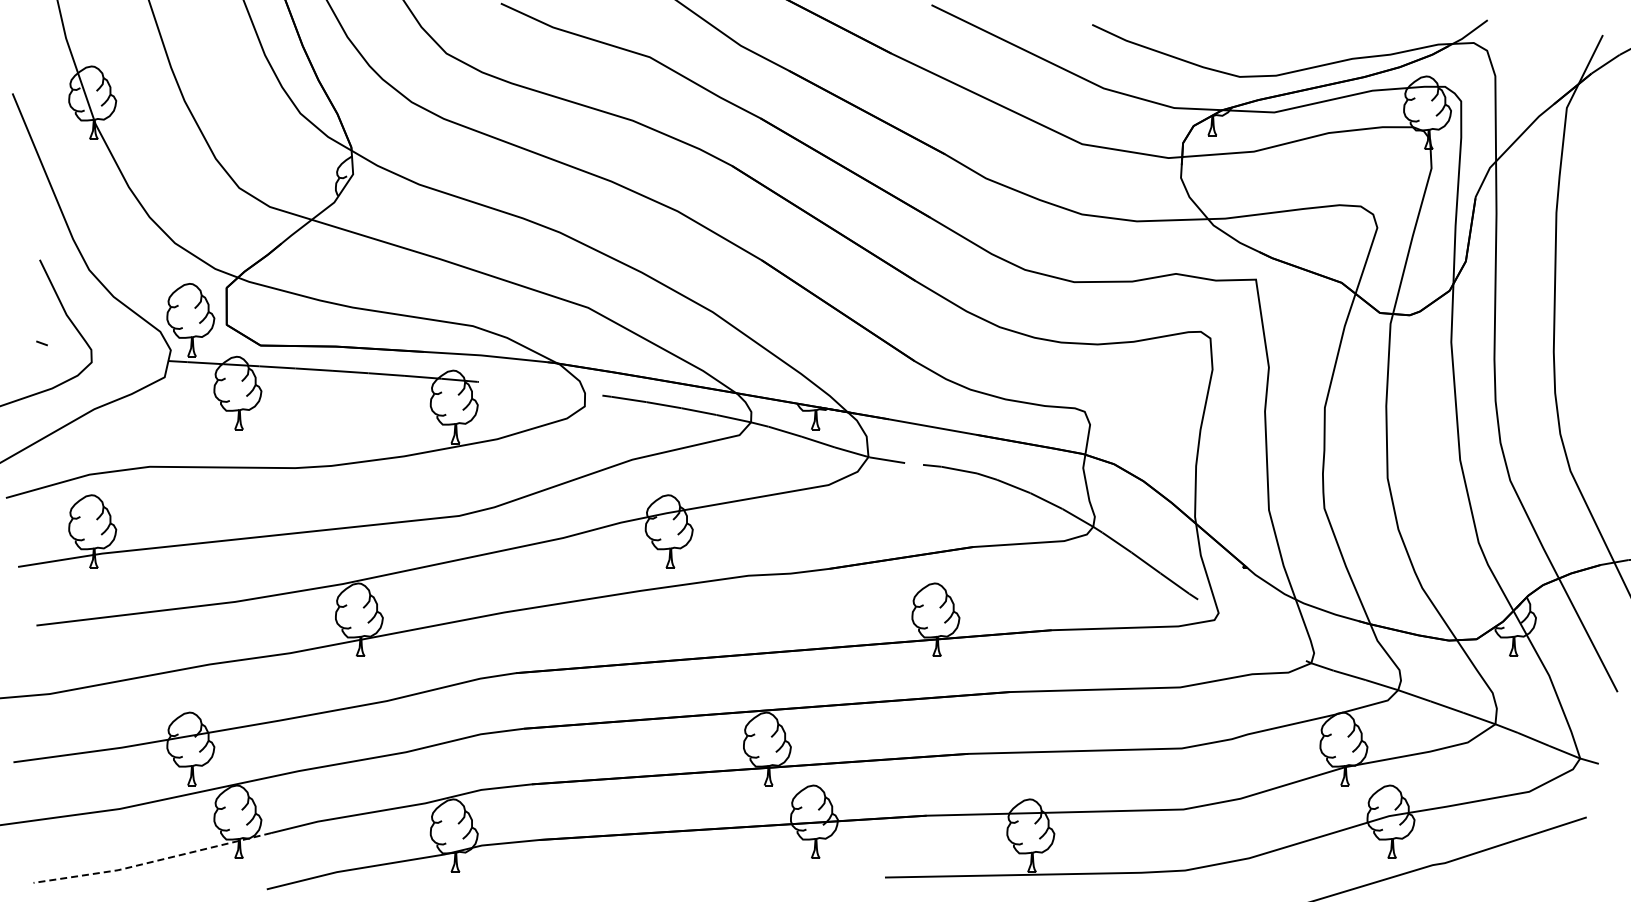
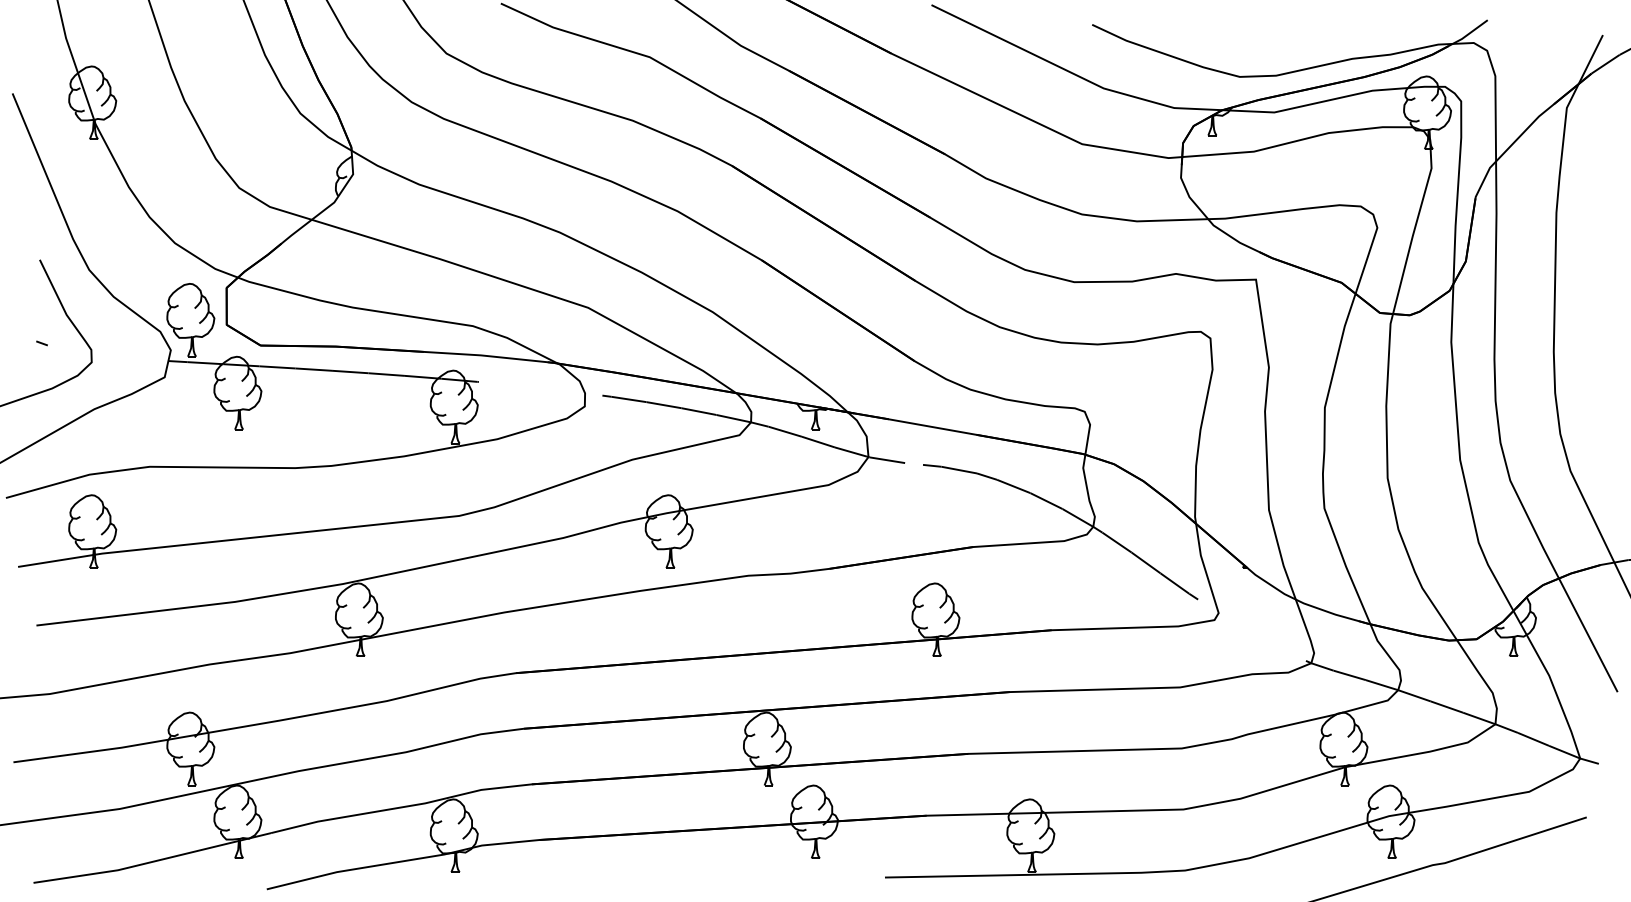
line at (151, 862): dashed -> solid
